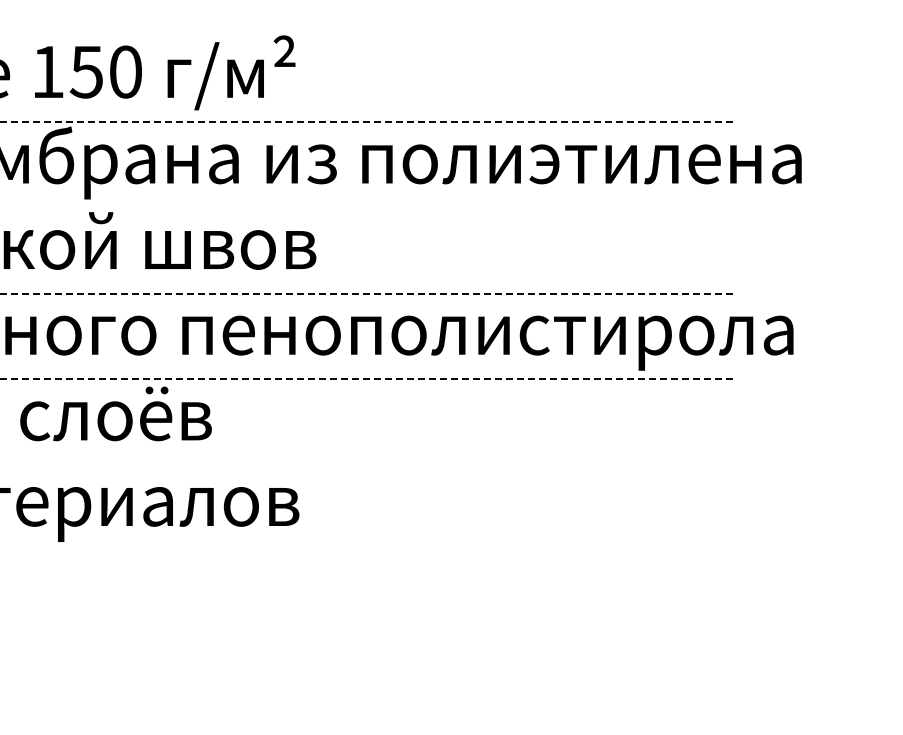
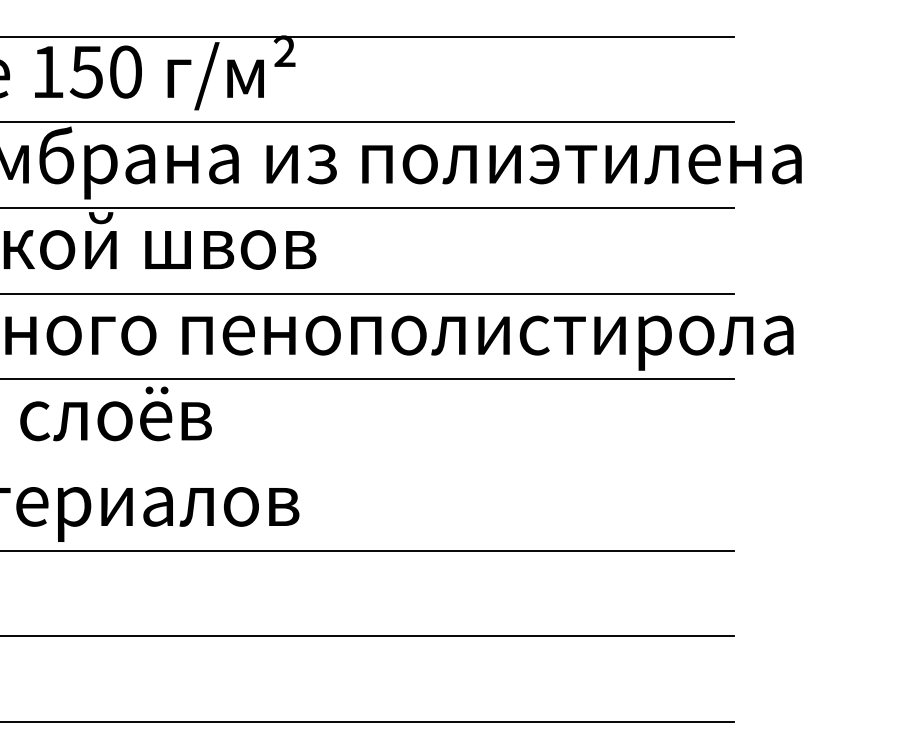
line at (367, 36): none -> present
line at (366, 122): dashed -> solid
line at (367, 207): none -> present
line at (366, 293): dashed -> solid
line at (366, 379): dashed -> solid
line at (367, 550): none -> present
line at (367, 636): none -> present
line at (367, 721): none -> present
